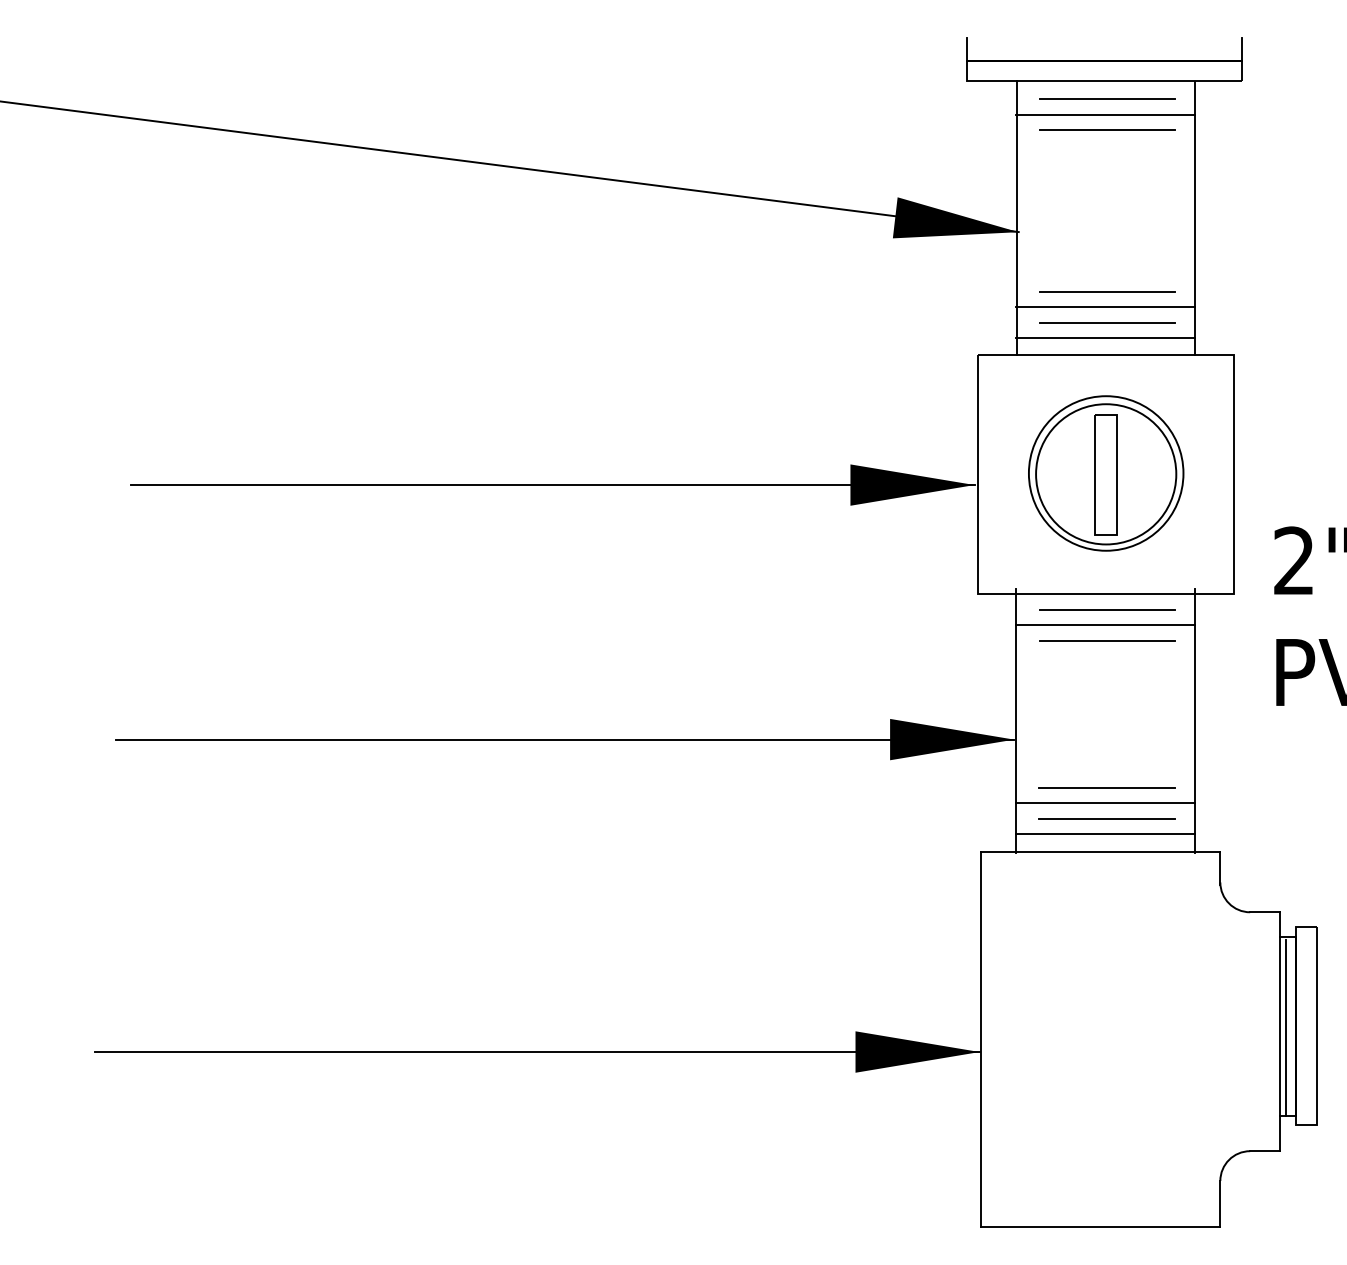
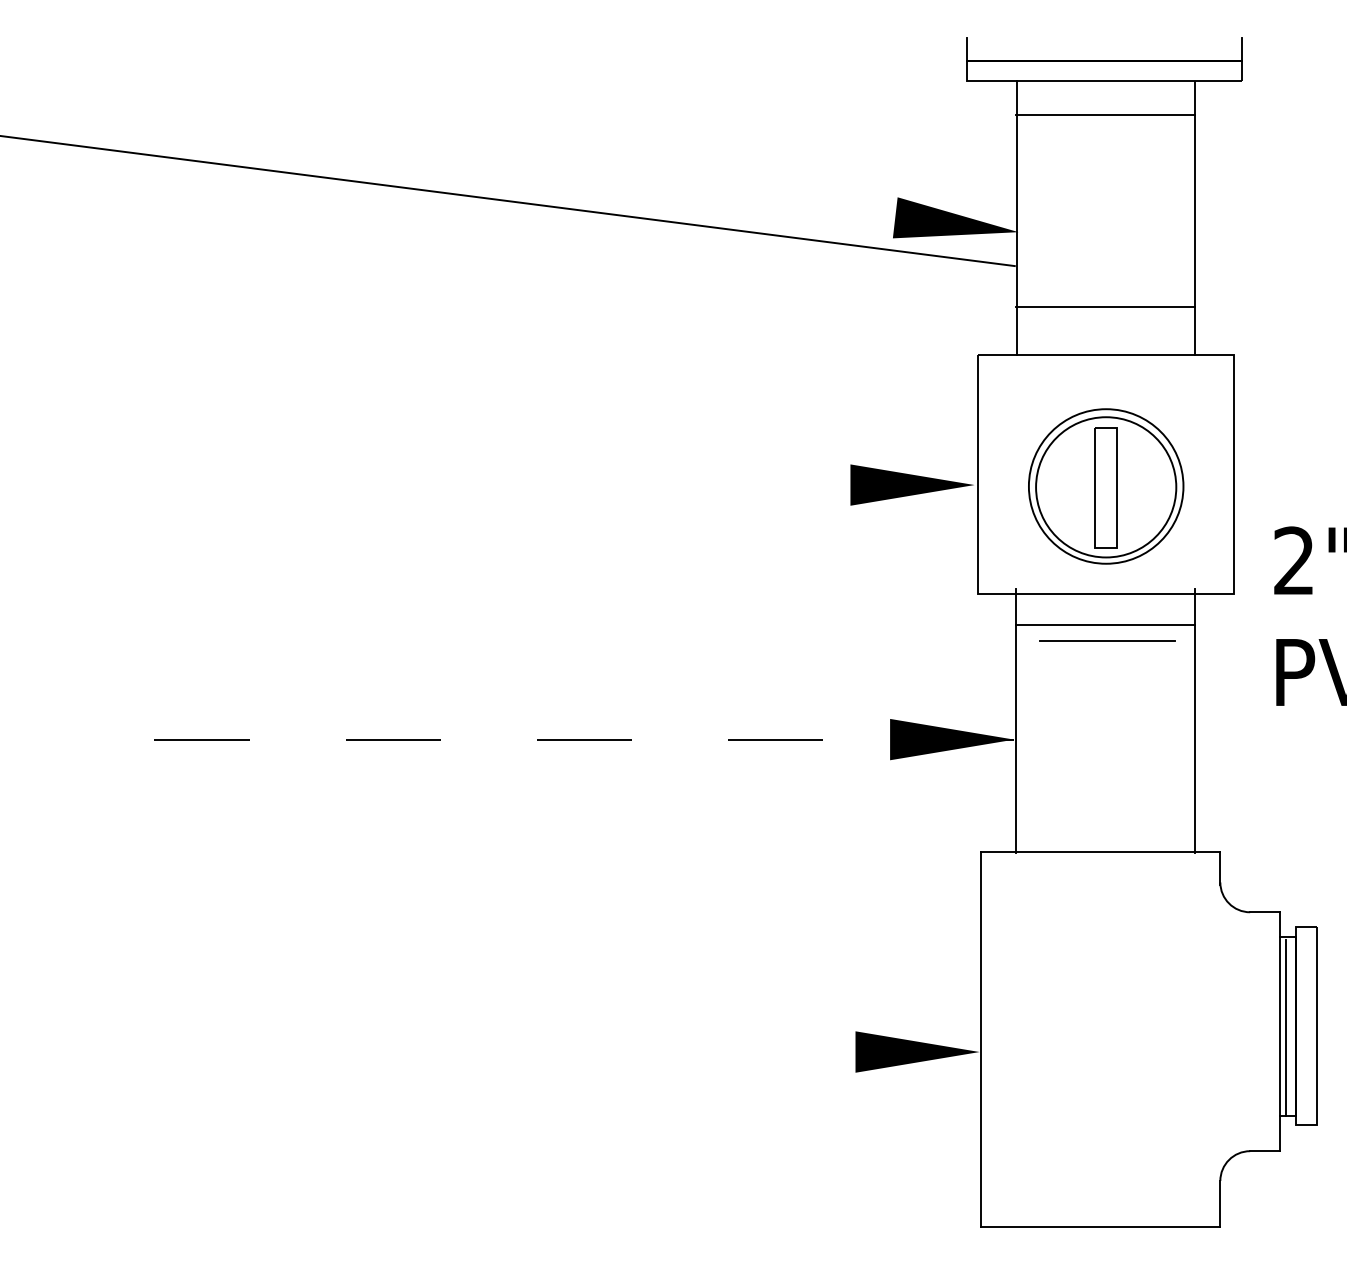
line at (1106, 99): present -> none
line at (1107, 129): present -> none
line at (510, 166) position: (510, 166) -> (508, 201)
line at (1106, 291): present -> none
line at (1106, 322): present -> none
line at (1105, 338): present -> none
part at (1106, 473) position: (1106, 473) -> (1106, 486)
line at (552, 485): present -> none
line at (1106, 609): present -> none
line at (565, 739): solid -> dashed
line at (1106, 787): present -> none
line at (1104, 803): present -> none
line at (1106, 818): present -> none
line at (1104, 834): present -> none
line at (536, 1052): present -> none
